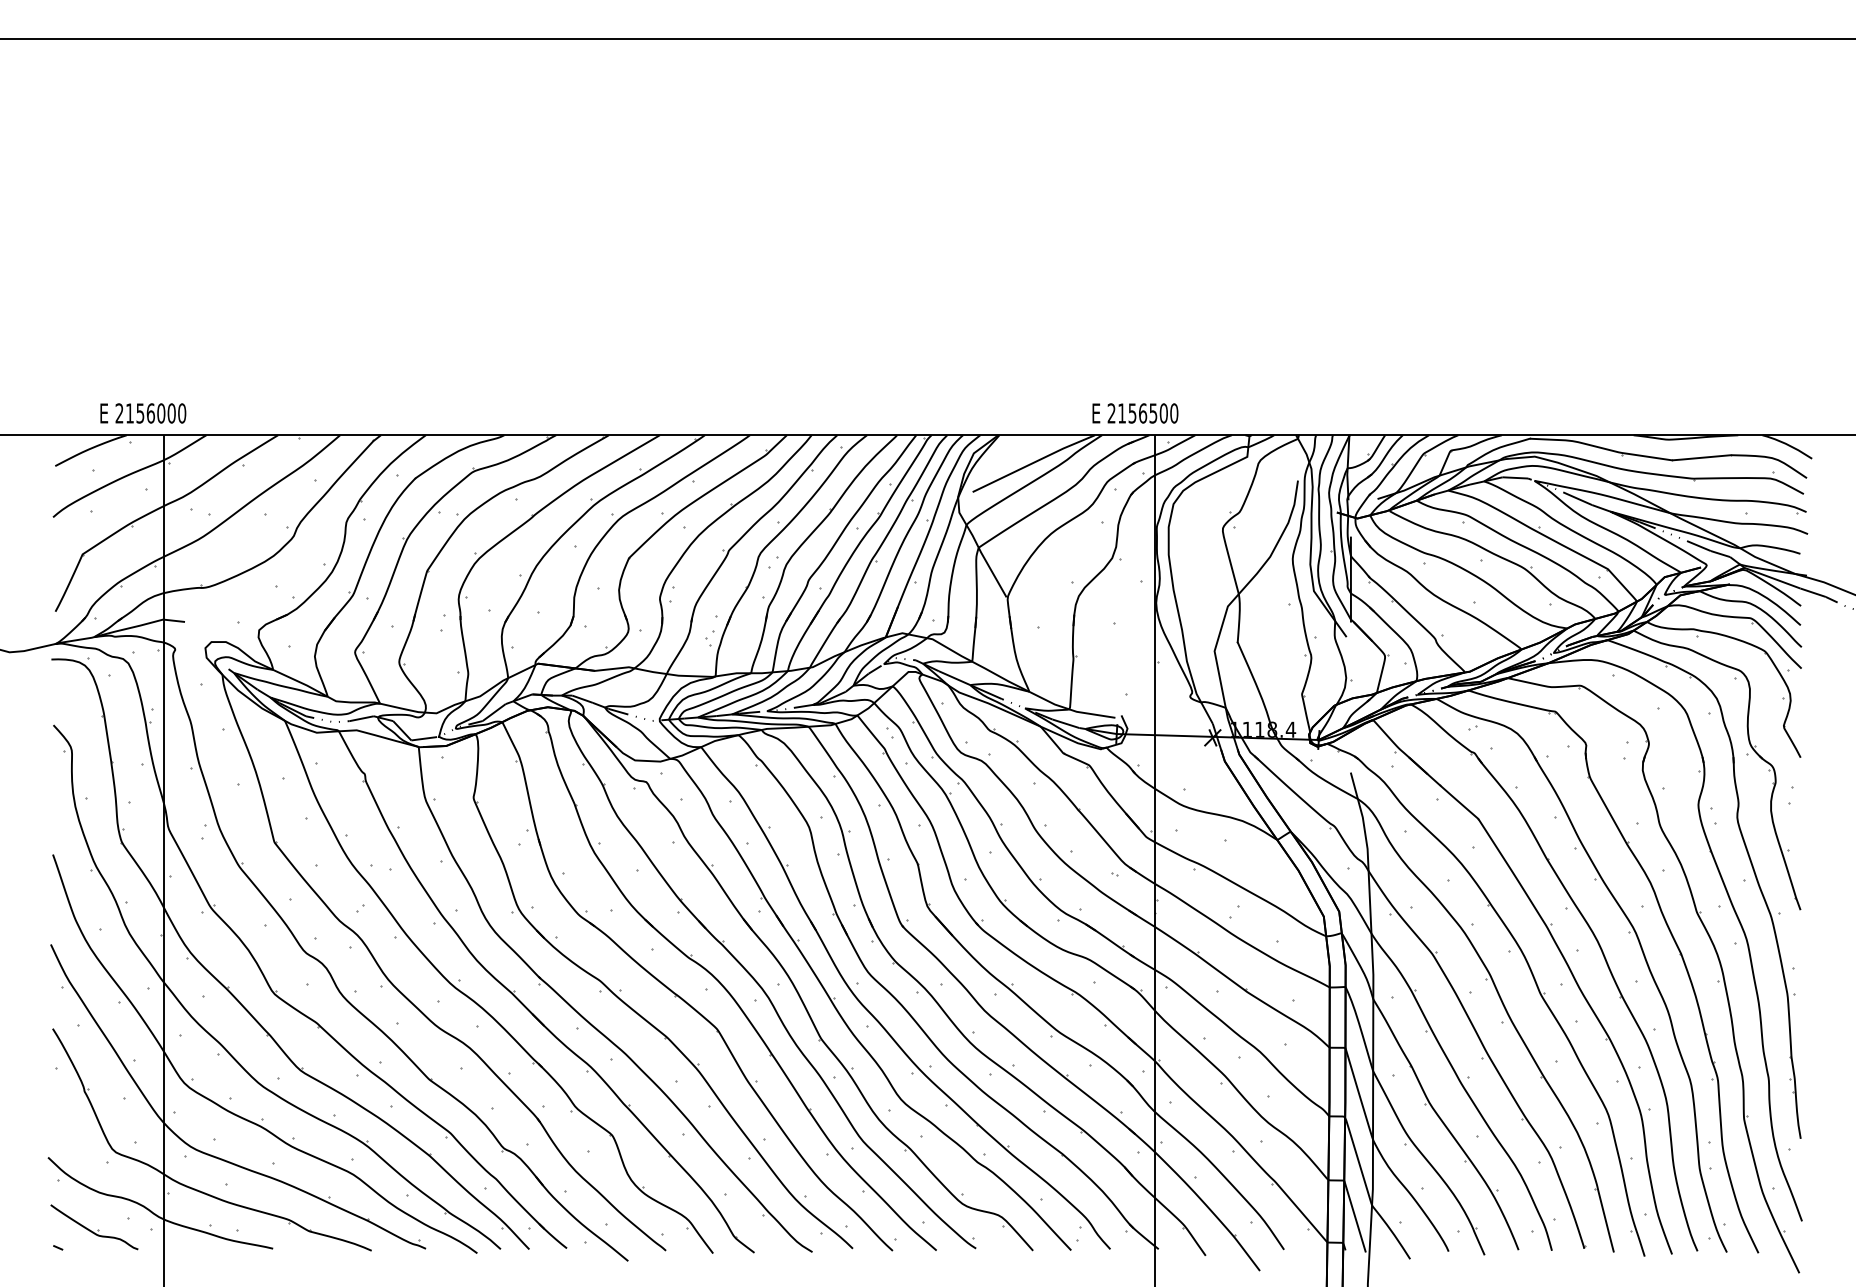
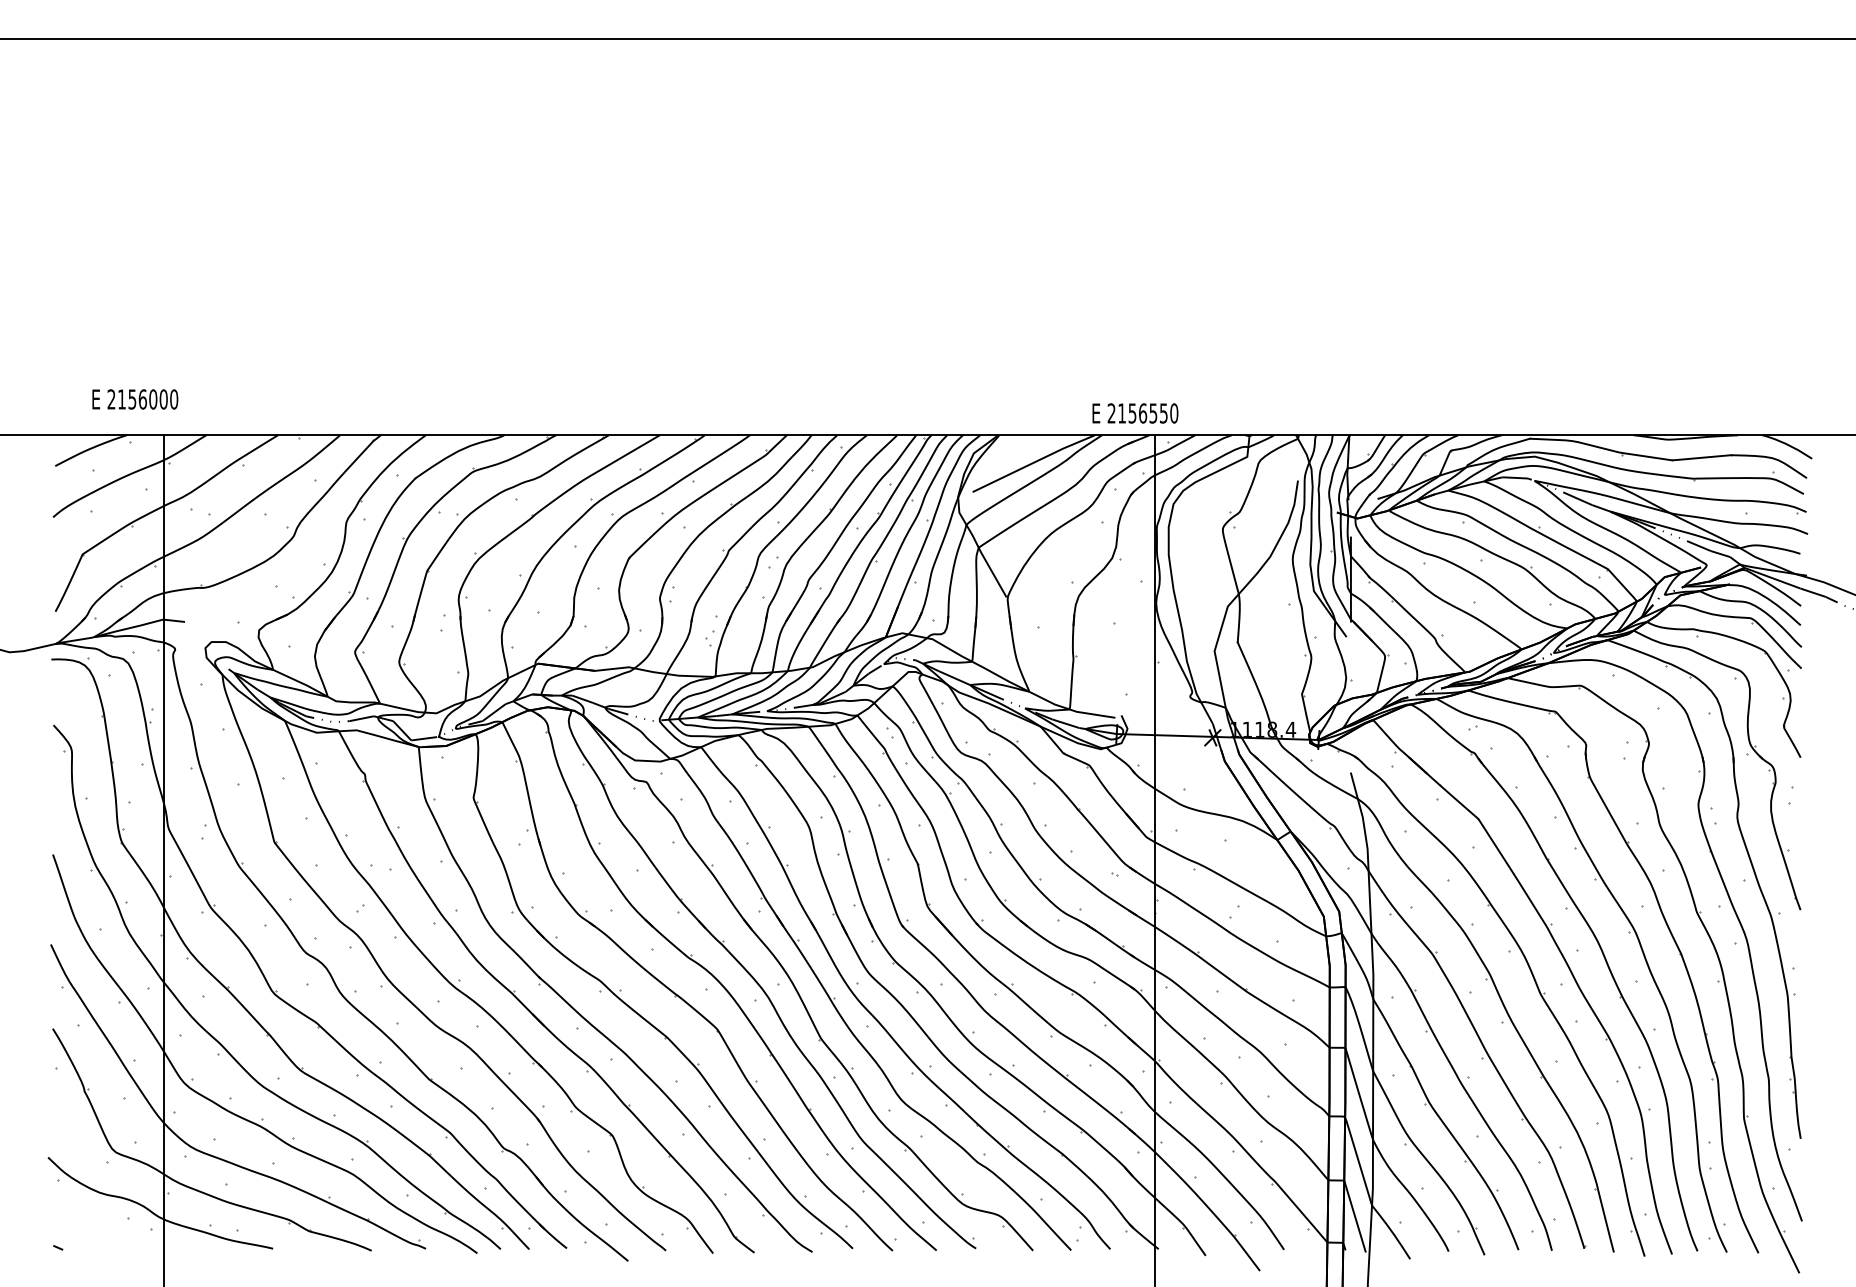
text at (143, 413) position: (143, 413) -> (135, 399)
text at (1163, 413): 2156500 -> 2156550
part at (94, 1227): present -> none
